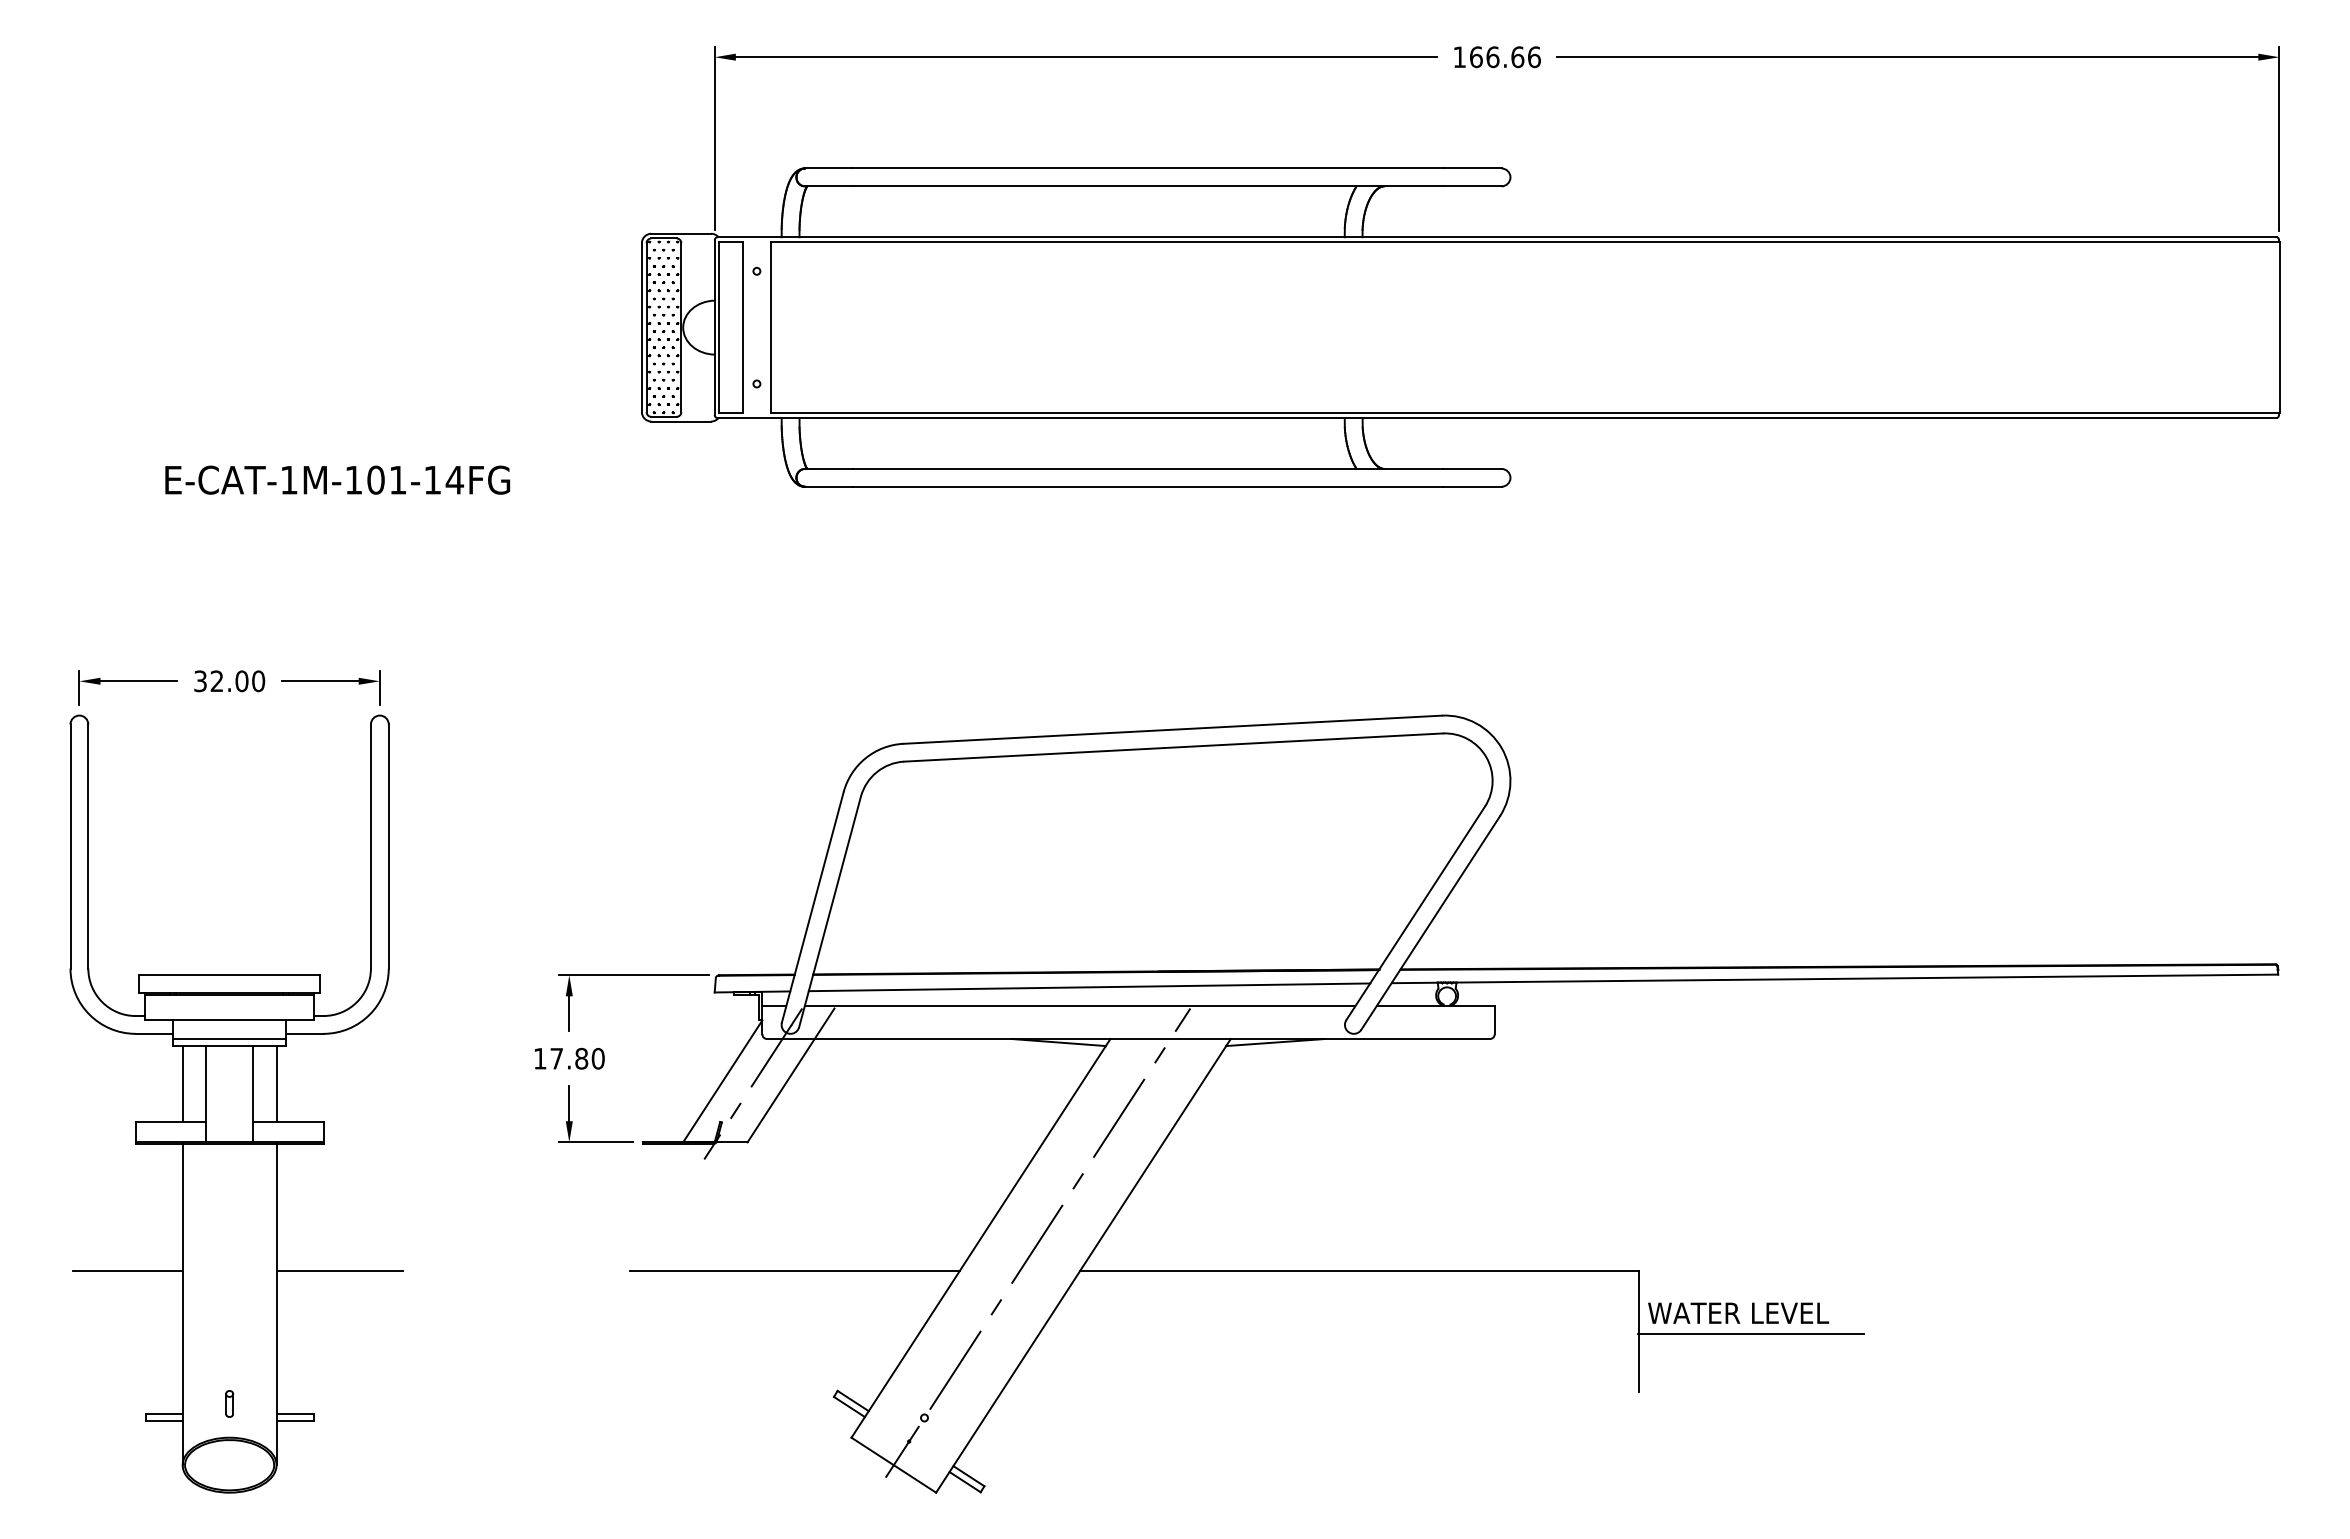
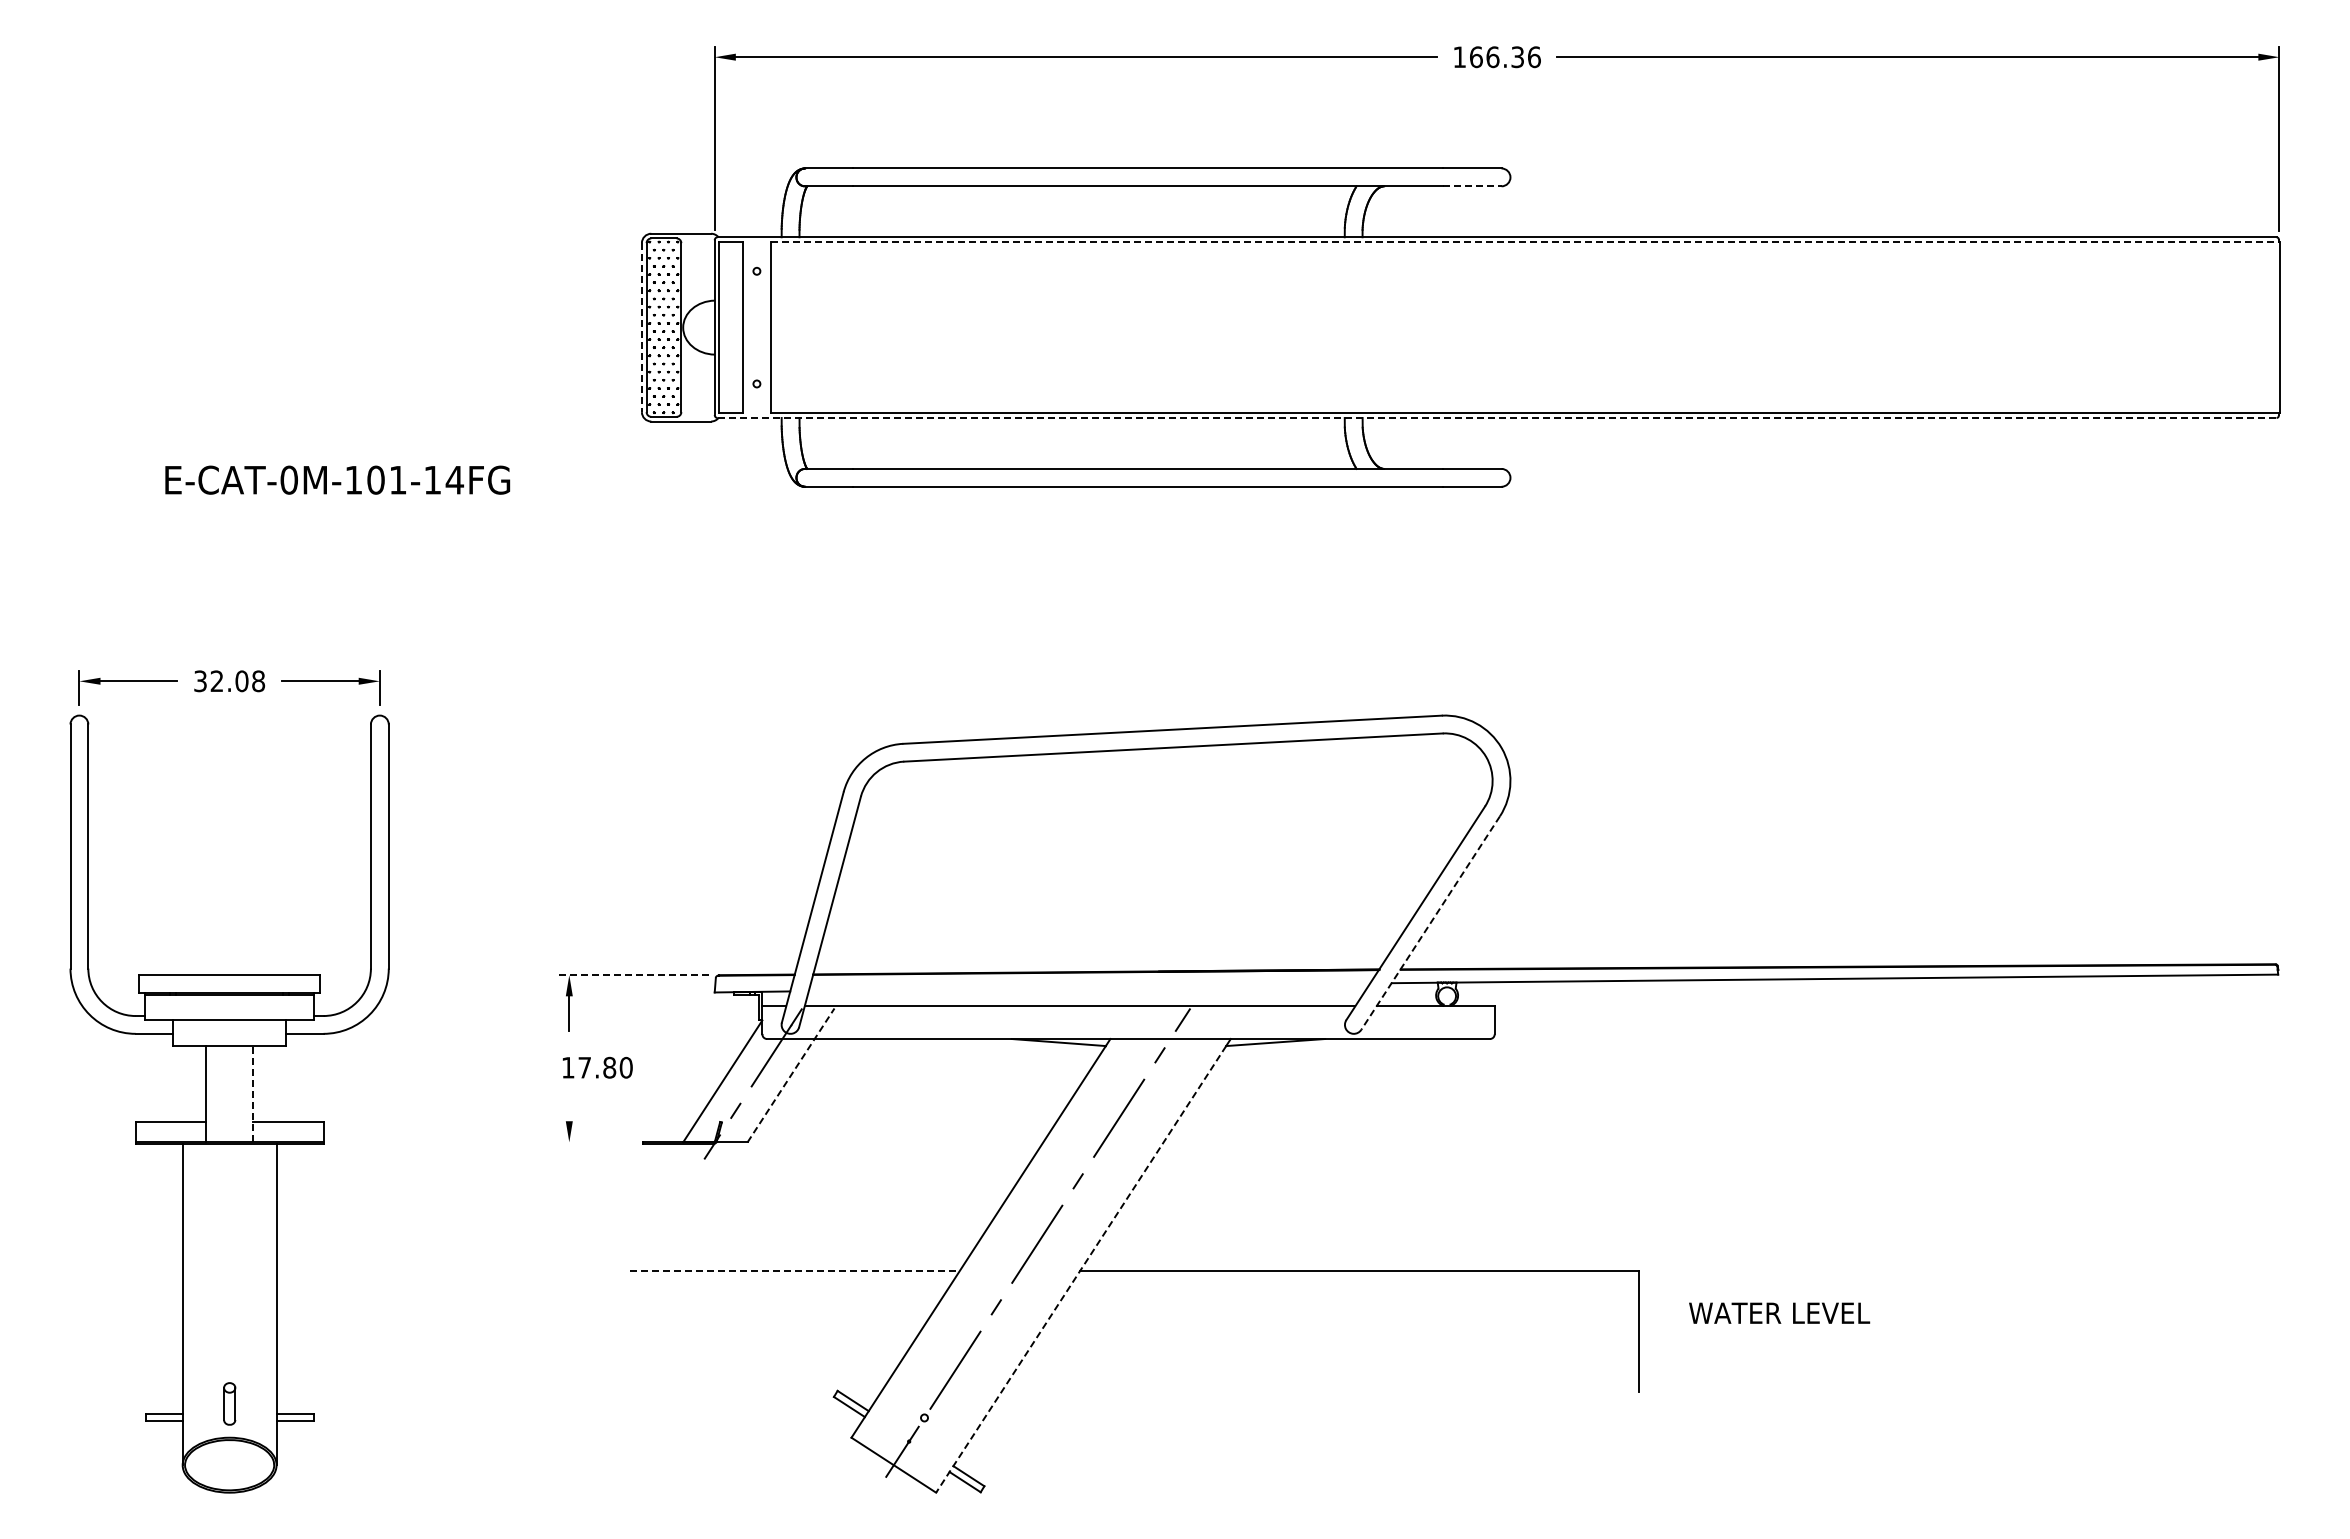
text at (1517, 57): 166.66 -> 166.36
line at (1472, 186): solid -> dashed
line at (1525, 241): solid -> dashed
line at (641, 328): solid -> dashed
line at (1497, 418): solid -> dashed
text at (288, 479): E-CAT-1M-101-14FG -> E-CAT-0M-101-14FG
text at (258, 680): 32.00 -> 32.08
line at (1430, 923): solid -> dashed
line at (633, 975): solid -> dashed
line at (1089, 987): present -> none
line at (229, 1039): present -> none
text at (569, 1058) position: (569, 1058) -> (597, 1067)
line at (791, 1075): solid -> dashed
line at (182, 1083): present -> none
line at (276, 1083): present -> none
line at (253, 1093): solid -> dashed
line at (569, 1103): present -> none
line at (595, 1142): present -> none
line at (1080, 1269): solid -> dashed
line at (127, 1270): present -> none
line at (339, 1270): present -> none
line at (795, 1270): solid -> dashed
text at (1738, 1312) position: (1738, 1312) -> (1779, 1312)
line at (1750, 1333): present -> none
part at (229, 1403) size: 9x28 px -> 14x44 px
